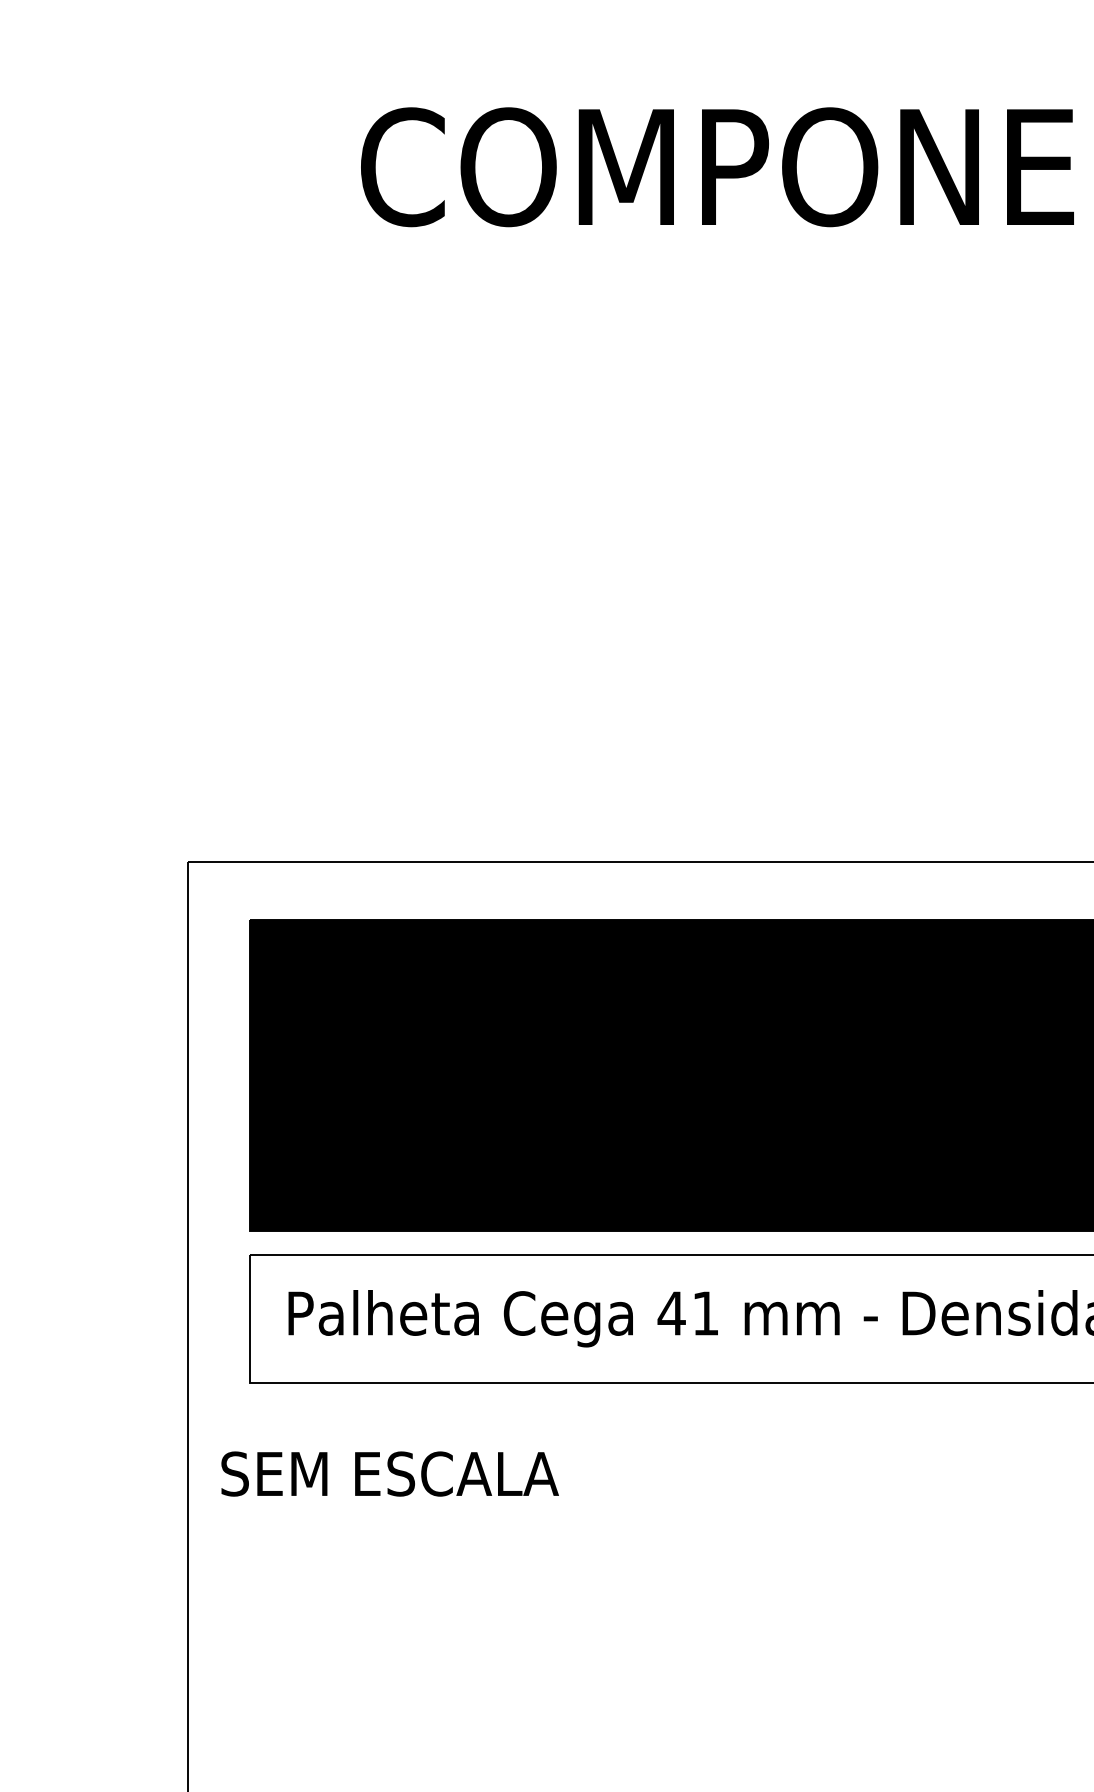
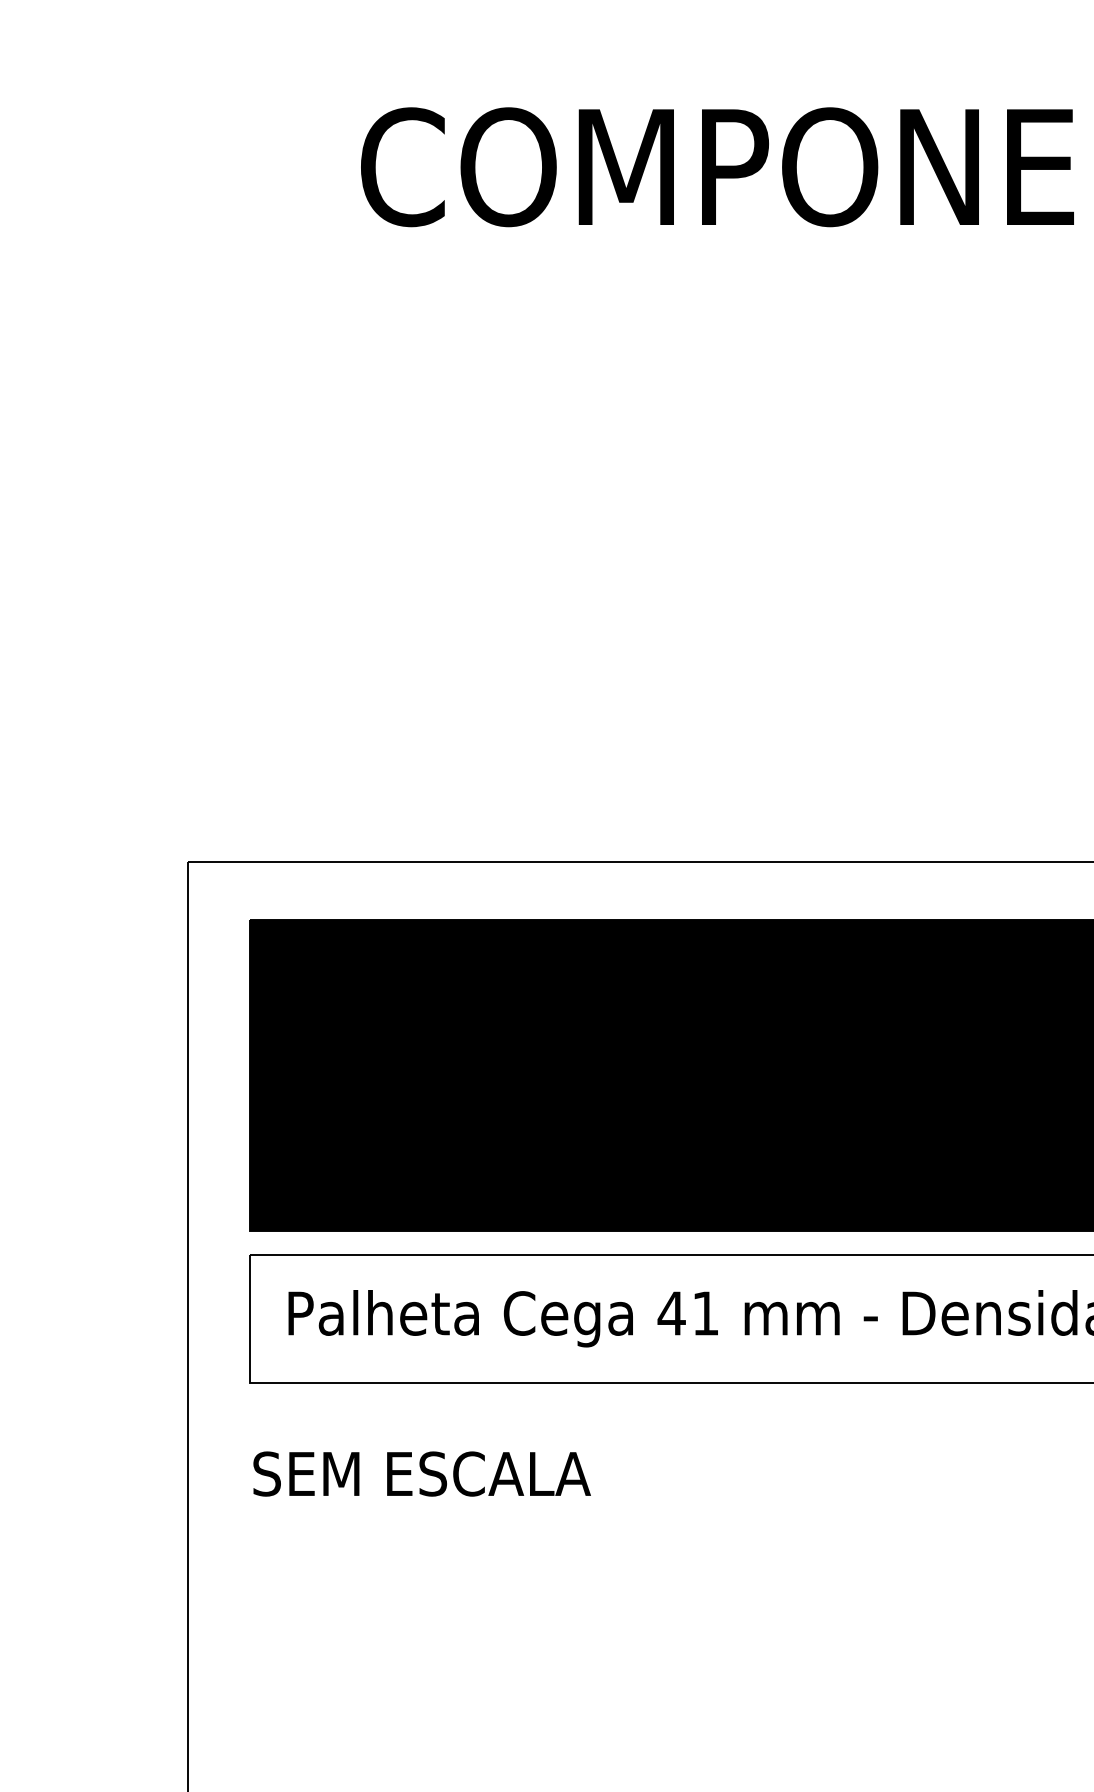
text at (389, 1473) position: (389, 1473) -> (421, 1473)
